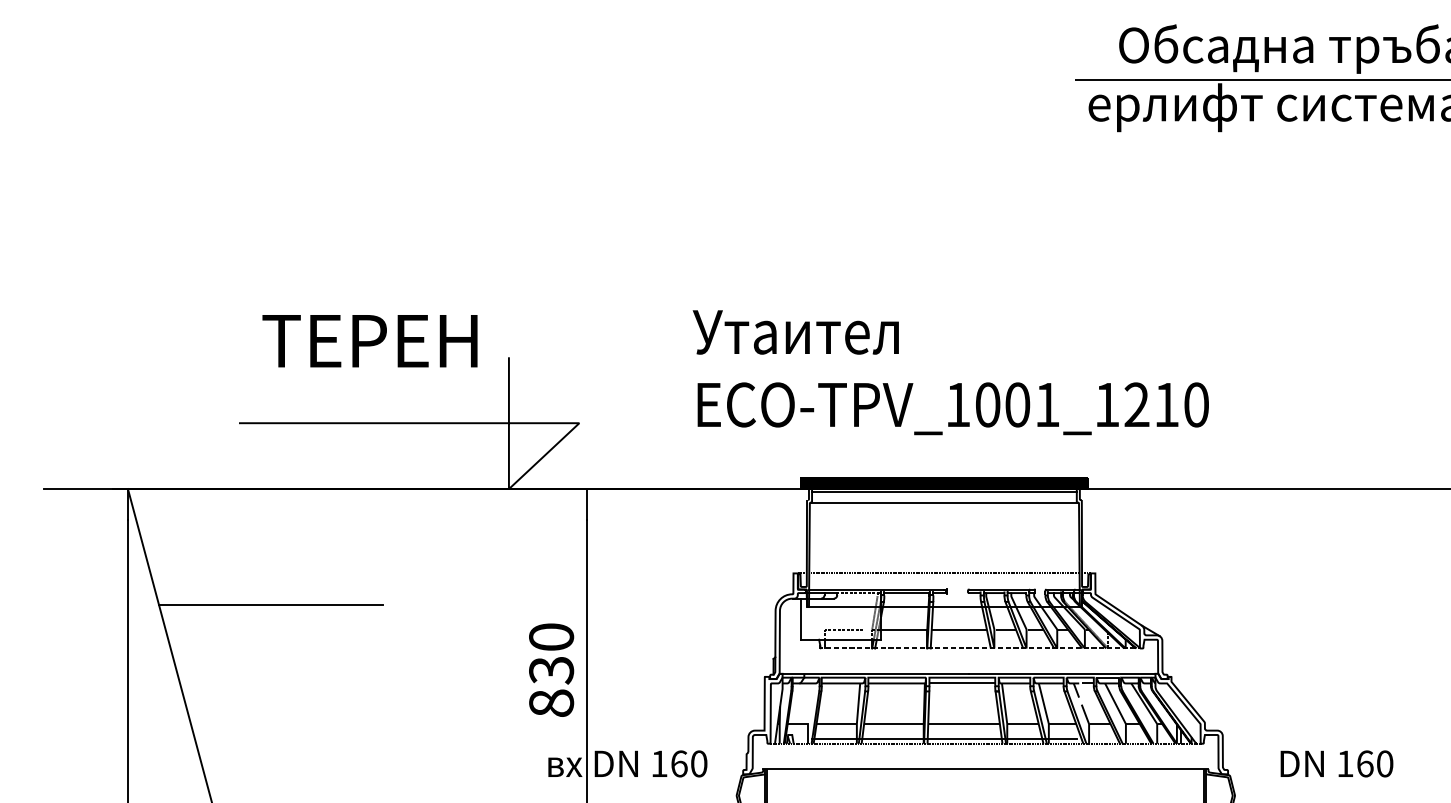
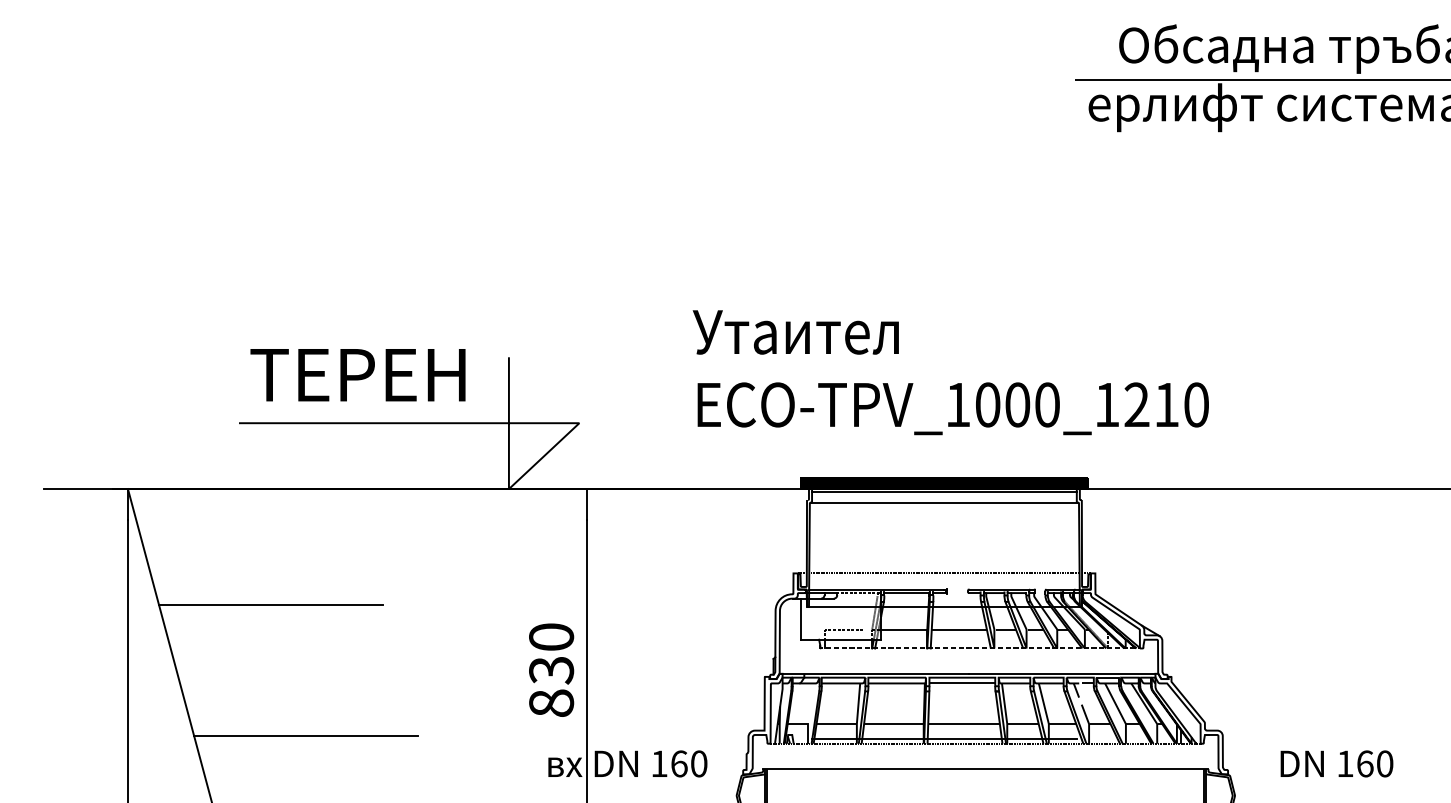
text at (369, 341) position: (369, 341) -> (357, 375)
text at (1047, 404): ECO-TPV_1001_1210 -> ECO-TPV_1000_1210
line at (306, 736): none -> present
